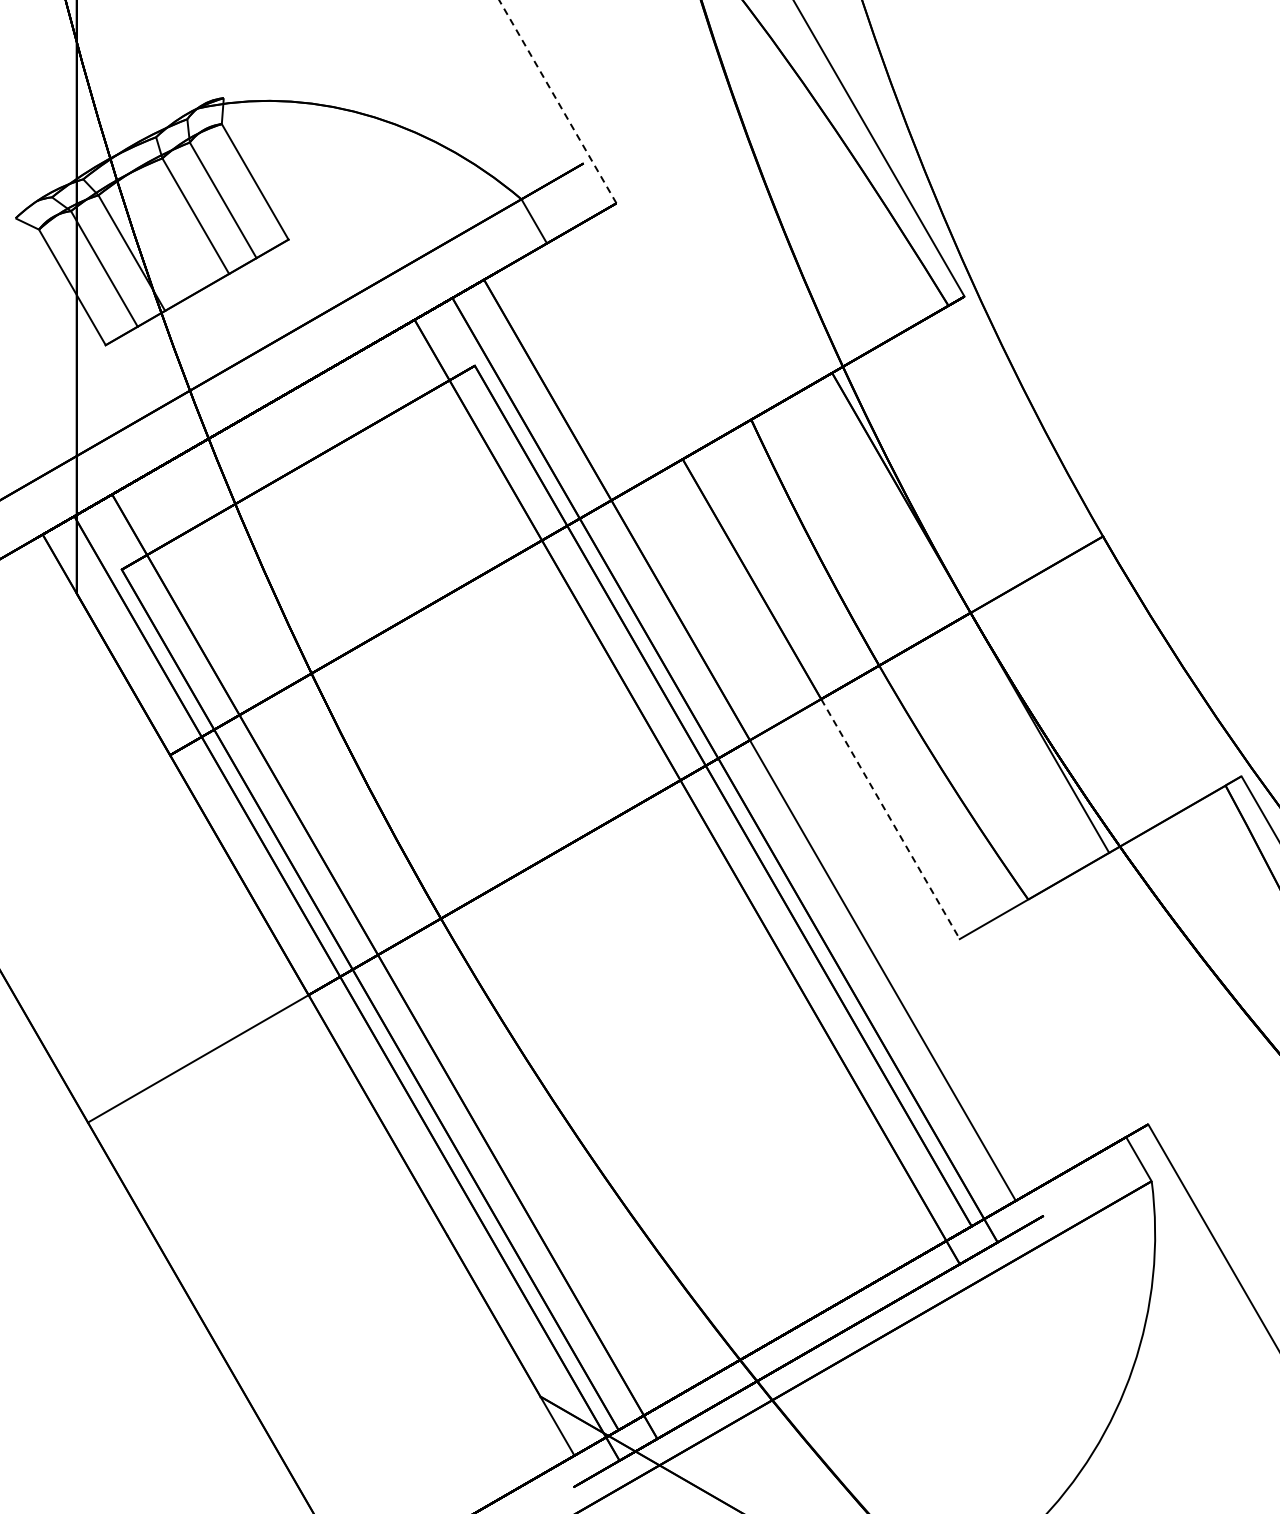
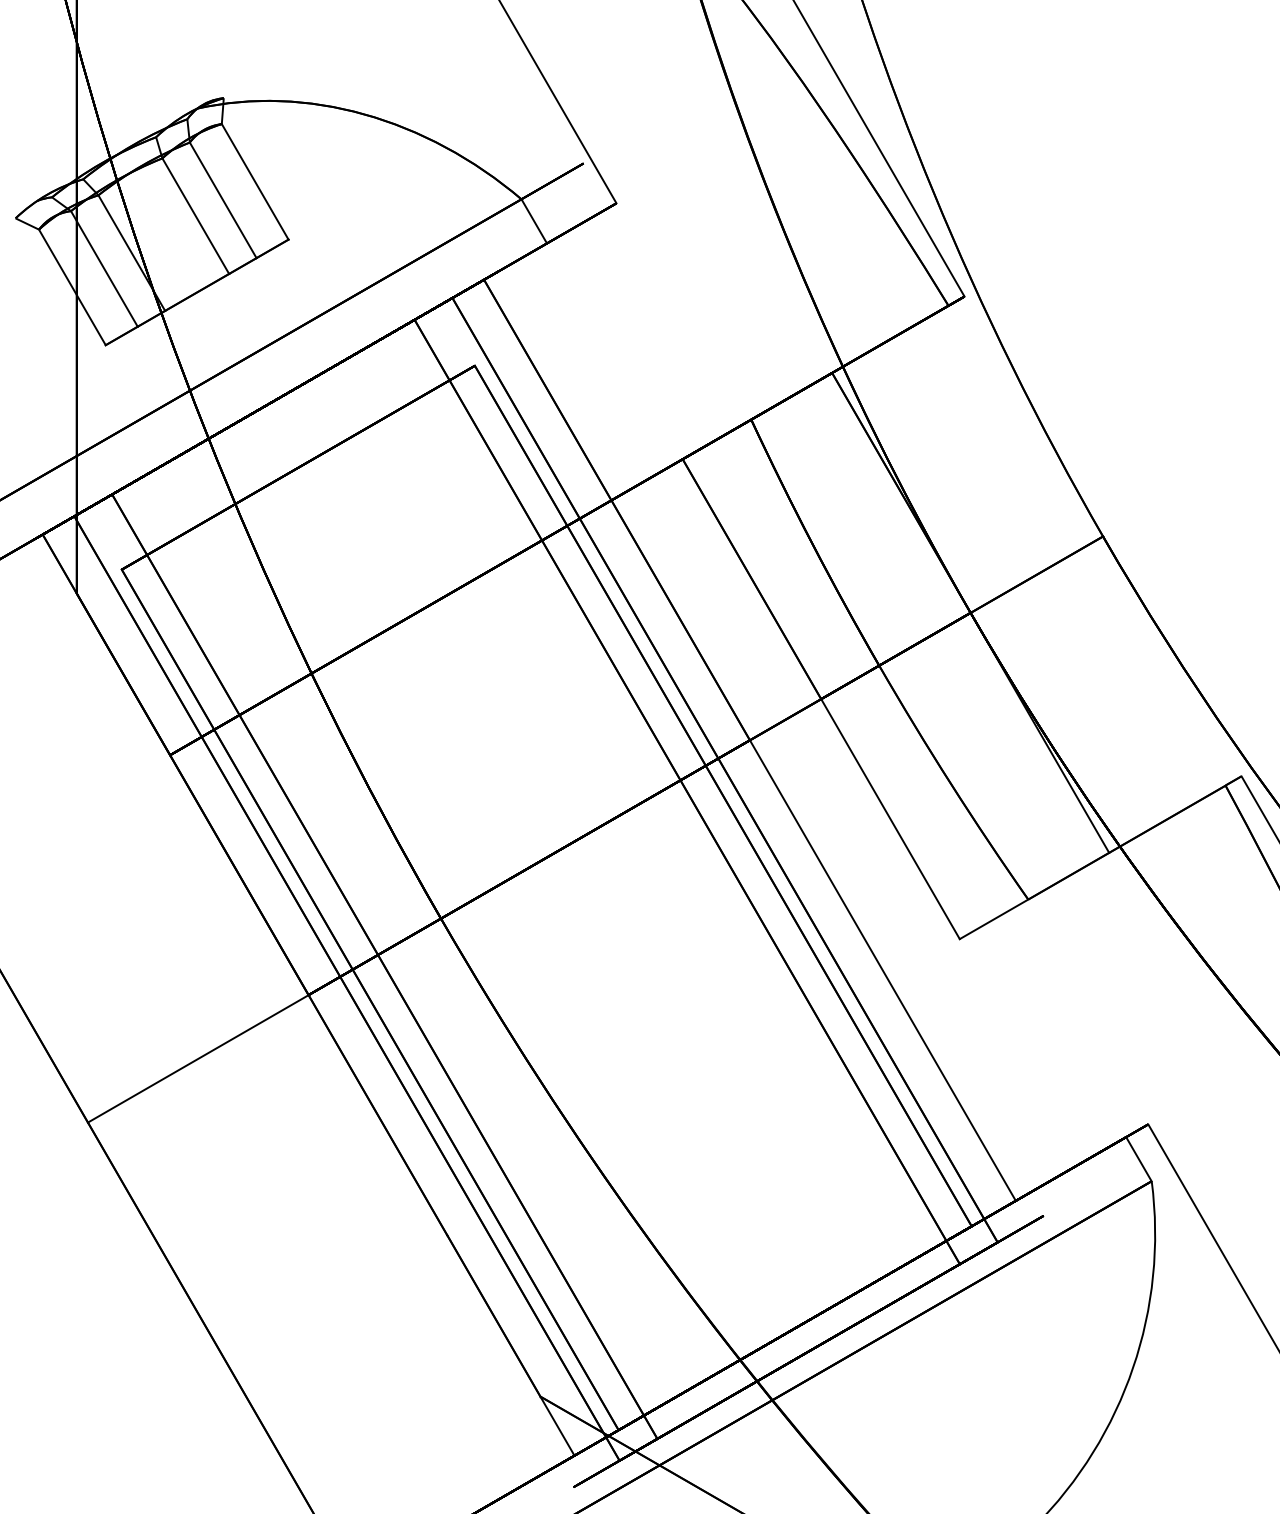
line at (557, 102): dashed -> solid
line at (890, 819): dashed -> solid
